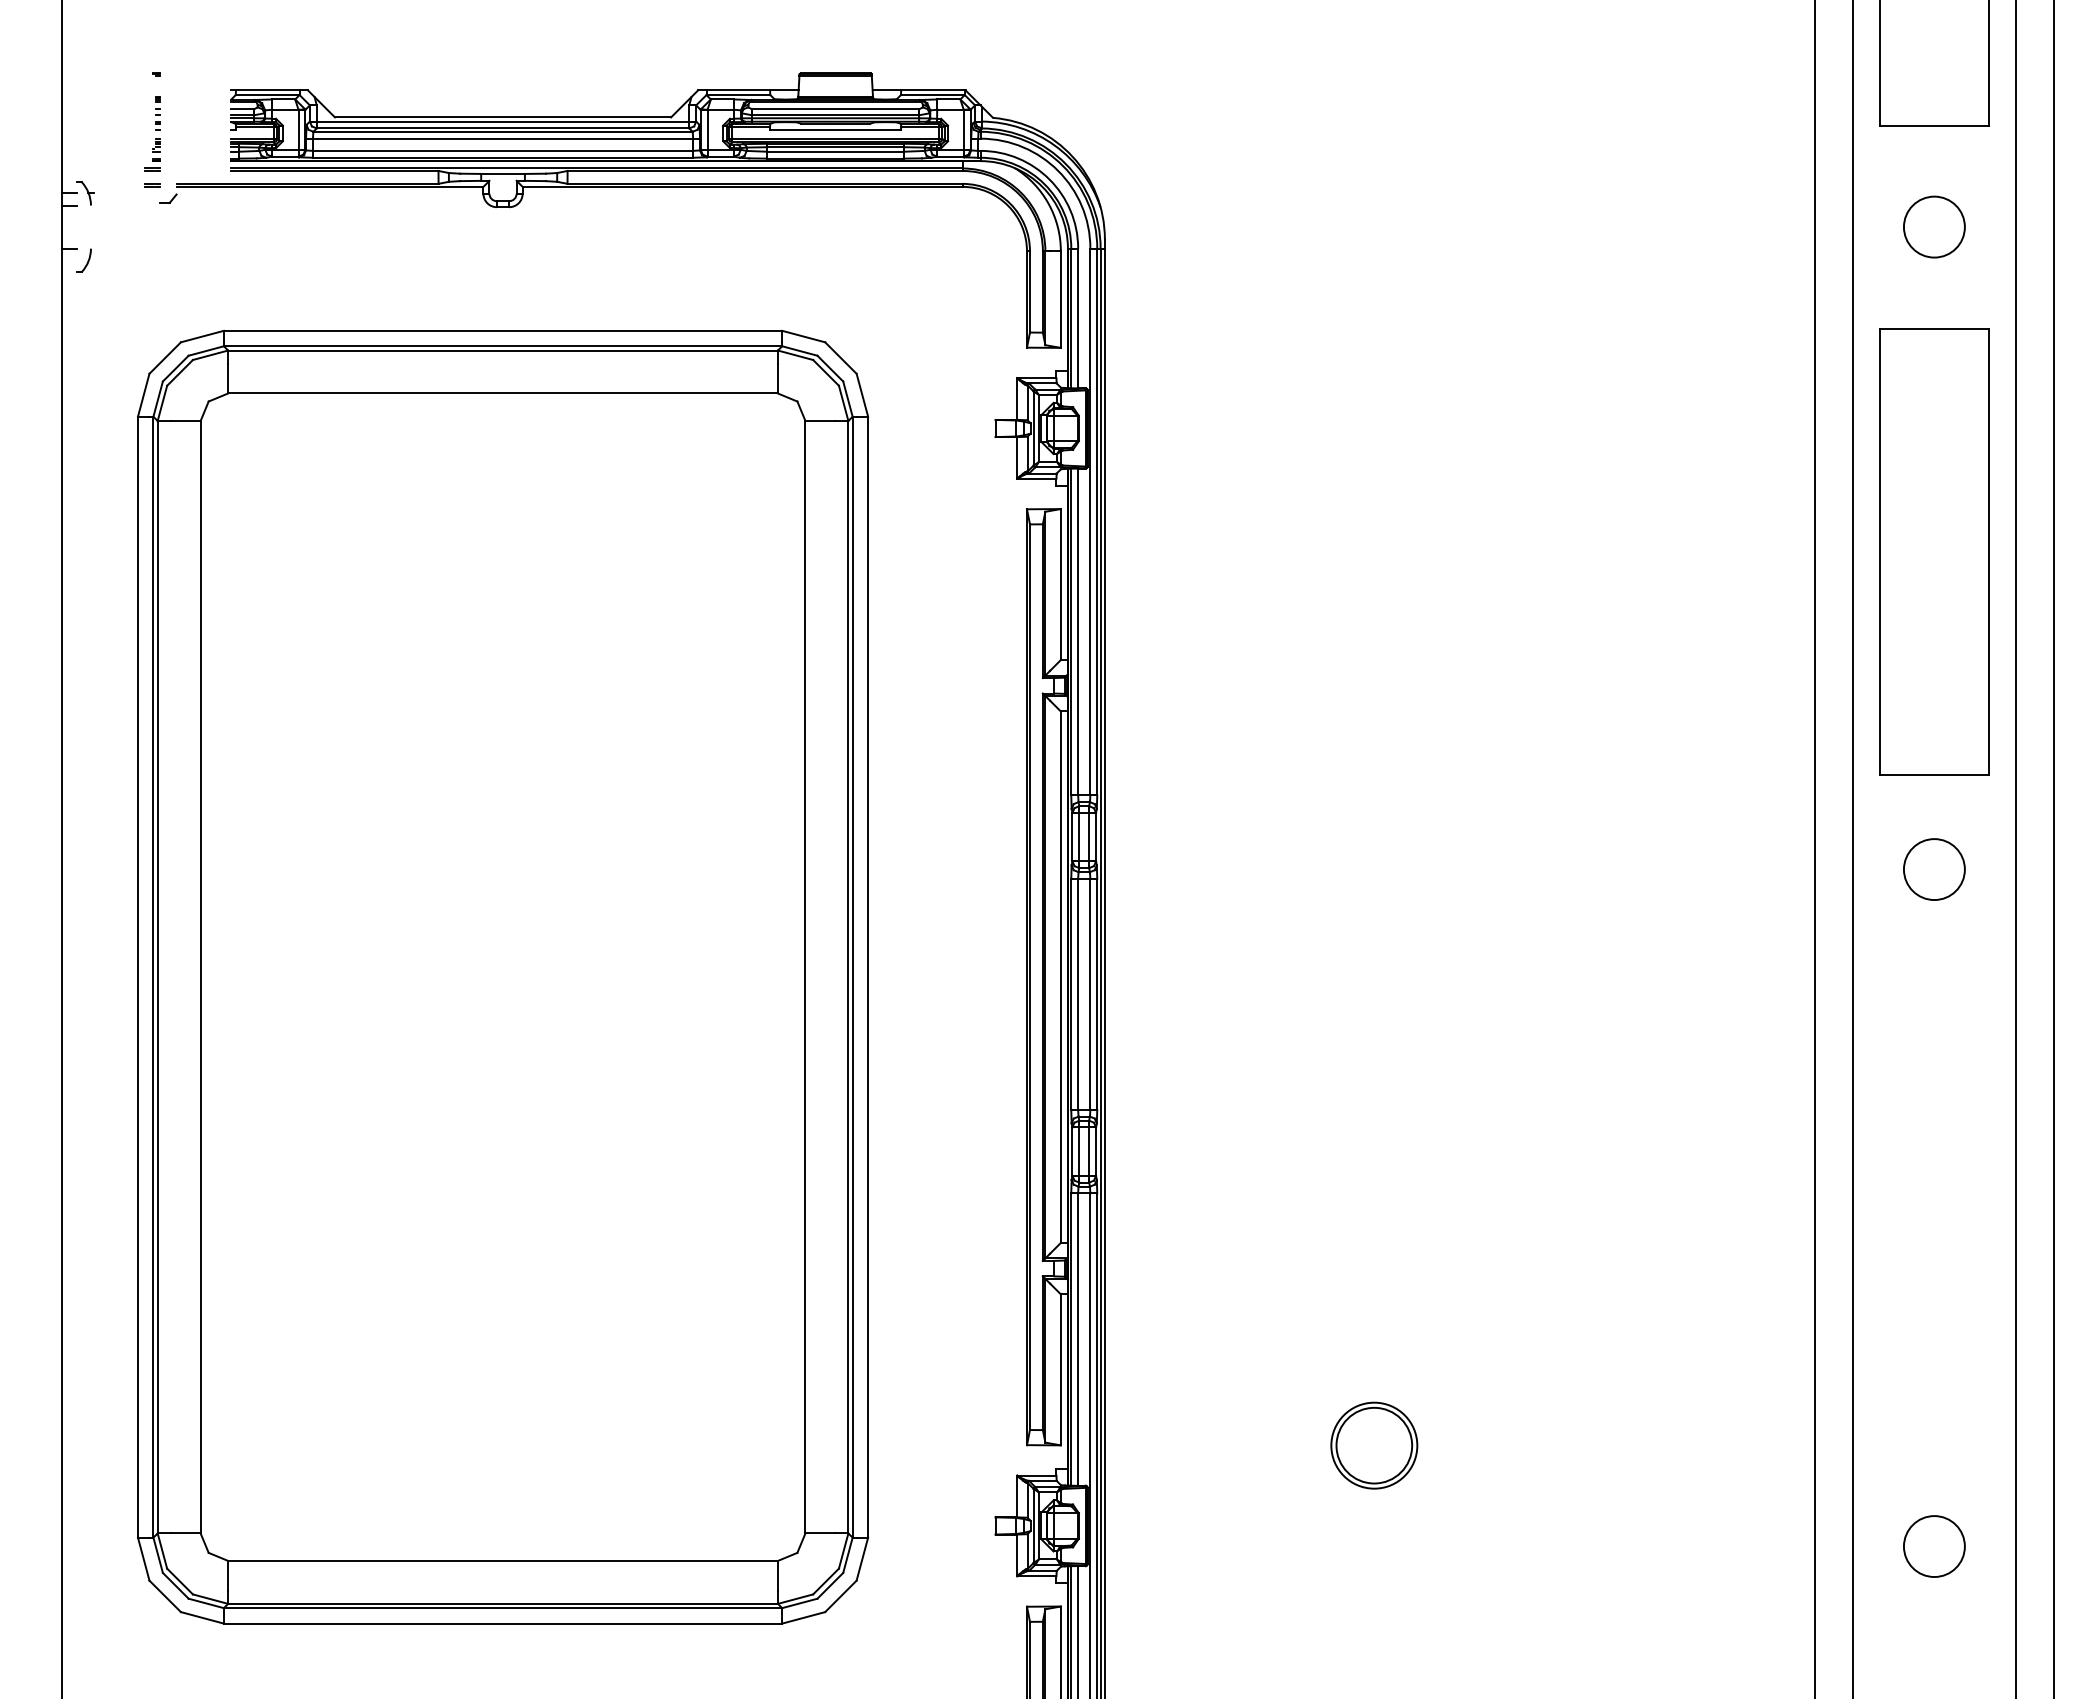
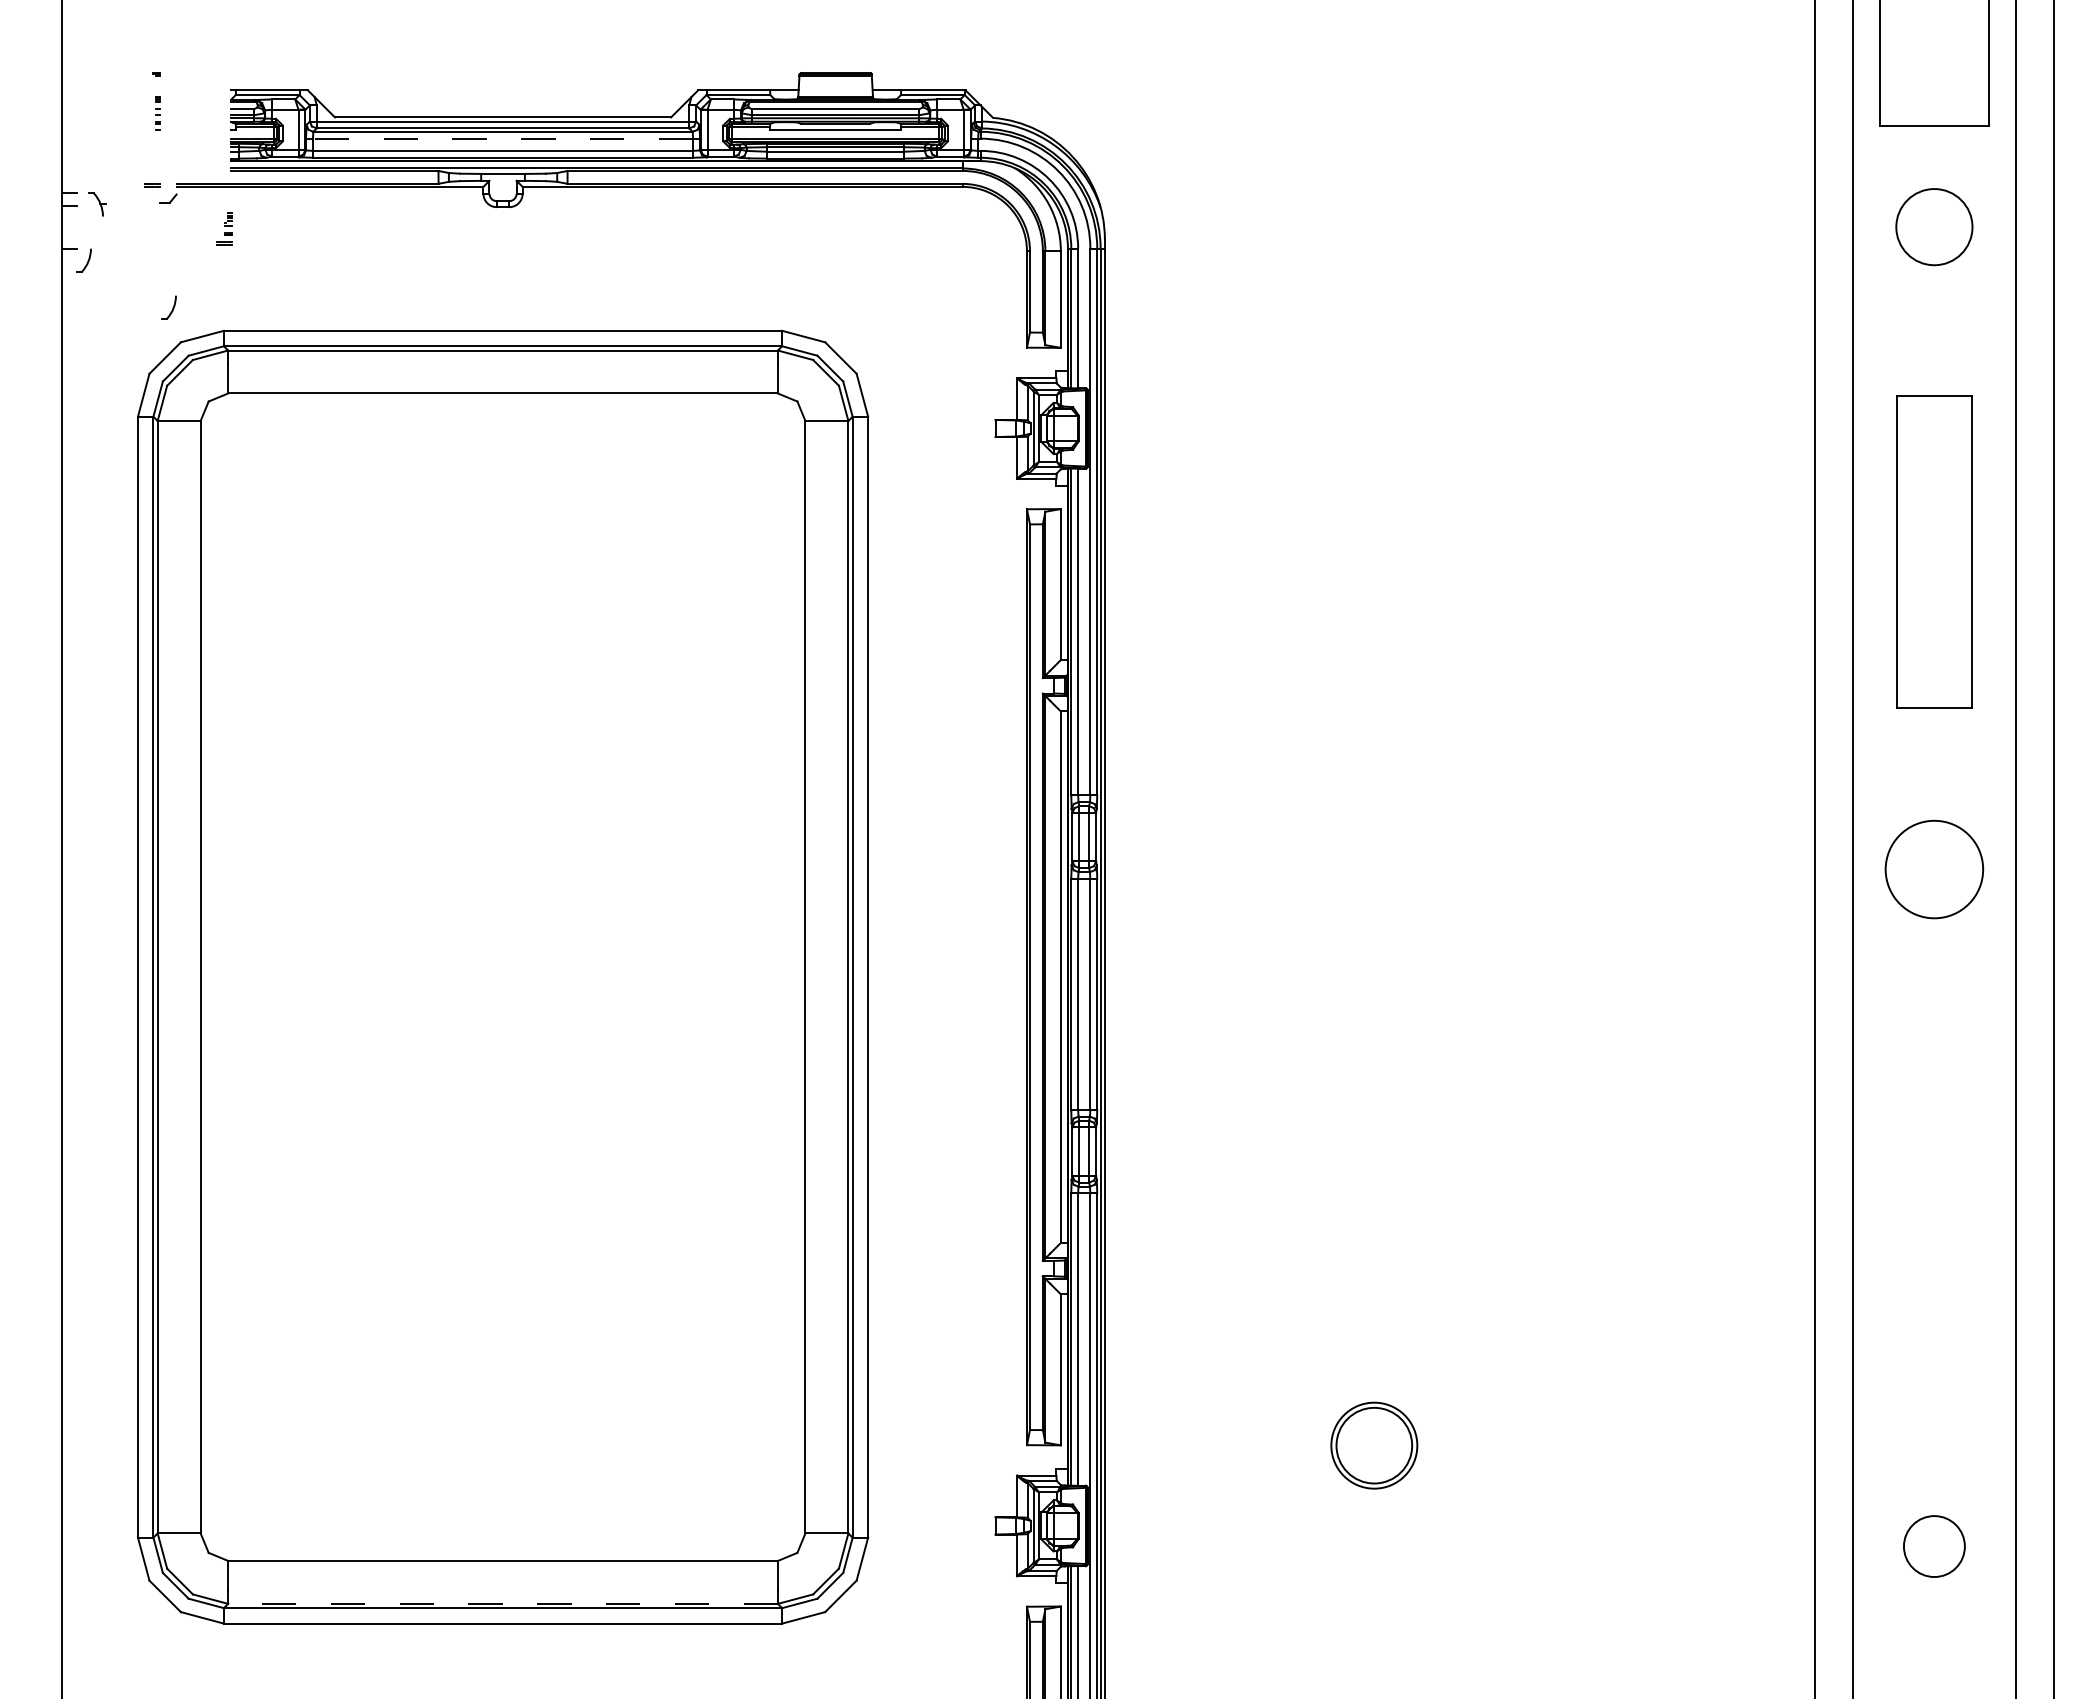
line at (502, 138): solid -> dashed
part at (152, 154) position: (152, 154) -> (224, 228)
part at (85, 193) position: (85, 193) -> (97, 204)
circle at (1934, 226) size: 63x64 px -> 79x79 px
part at (168, 307): none -> present
part at (1934, 551) size: 111x448 px -> 77x314 px
circle at (1933, 869) diameter: 61 px -> 98 px
line at (503, 1603): solid -> dashed
